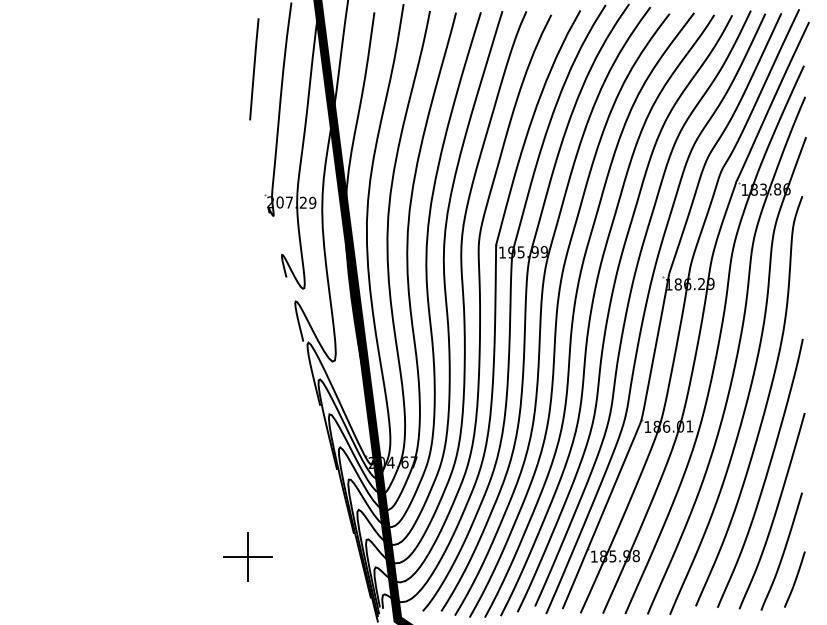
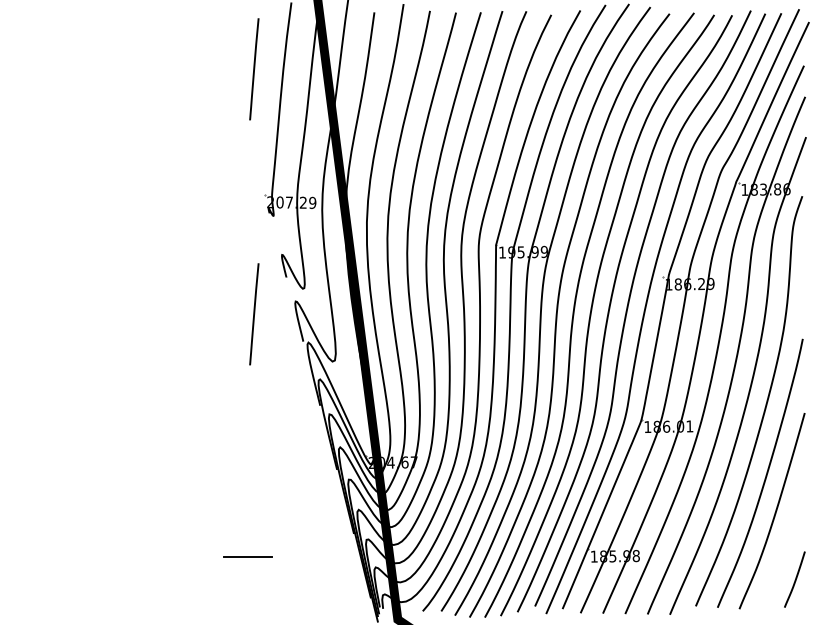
line at (254, 314): none -> present
curve at (782, 552): present -> none
line at (248, 556): present -> none
